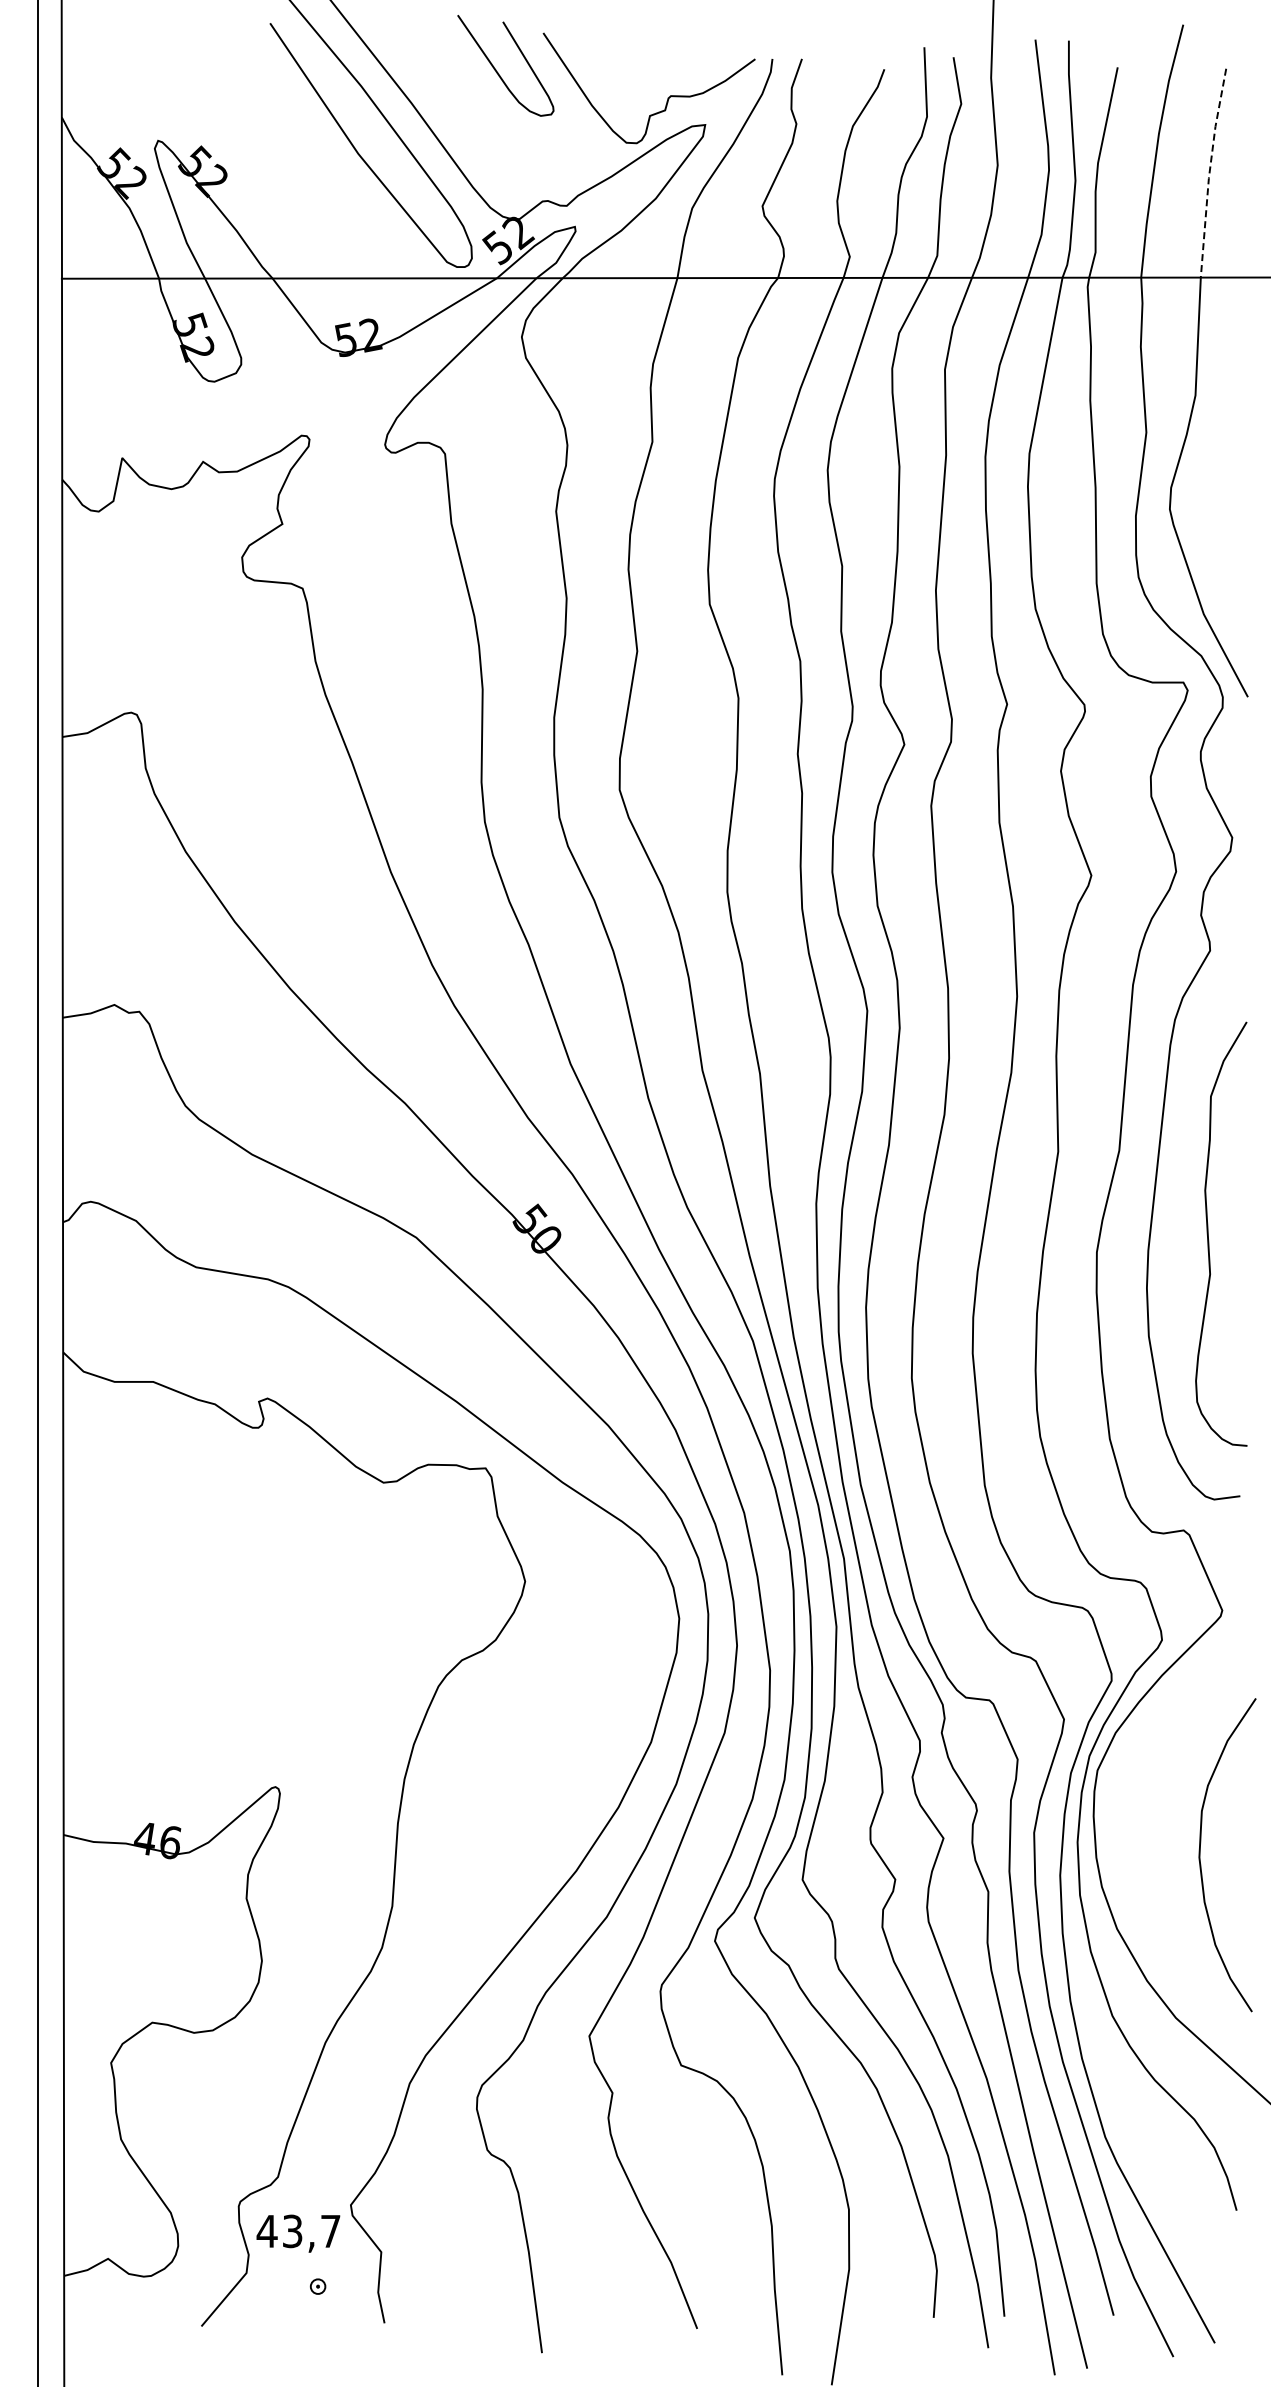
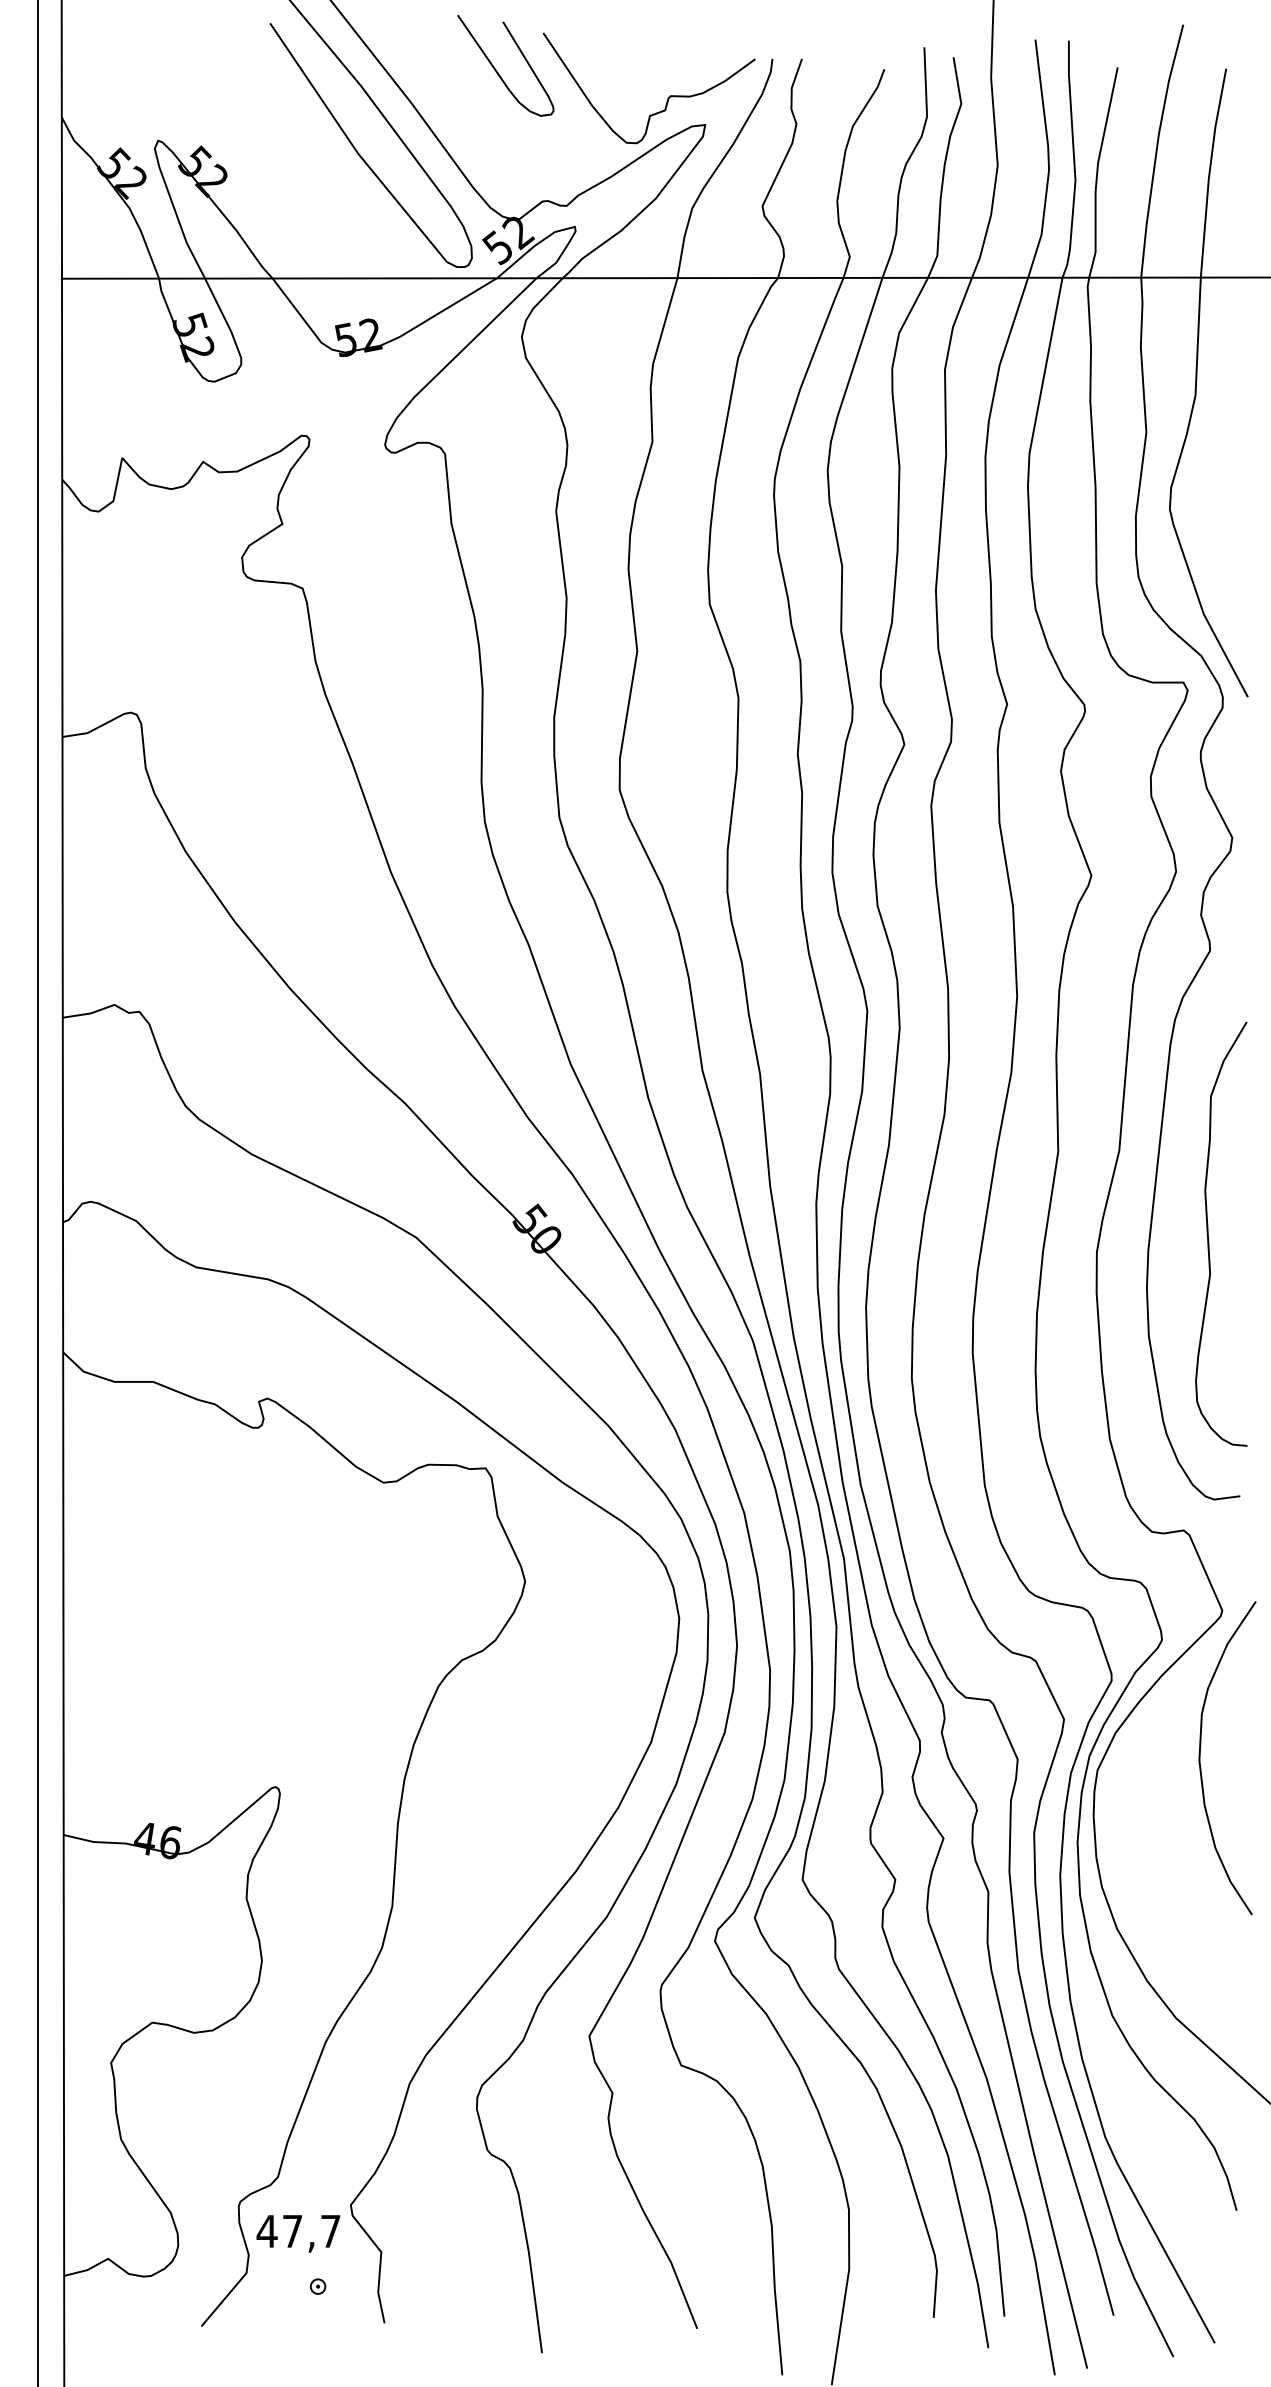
line at (1209, 172): dashed -> solid
curve at (1200, 1855) position: (1200, 1855) -> (1200, 1758)
text at (292, 2231): 43,7 -> 47,7
